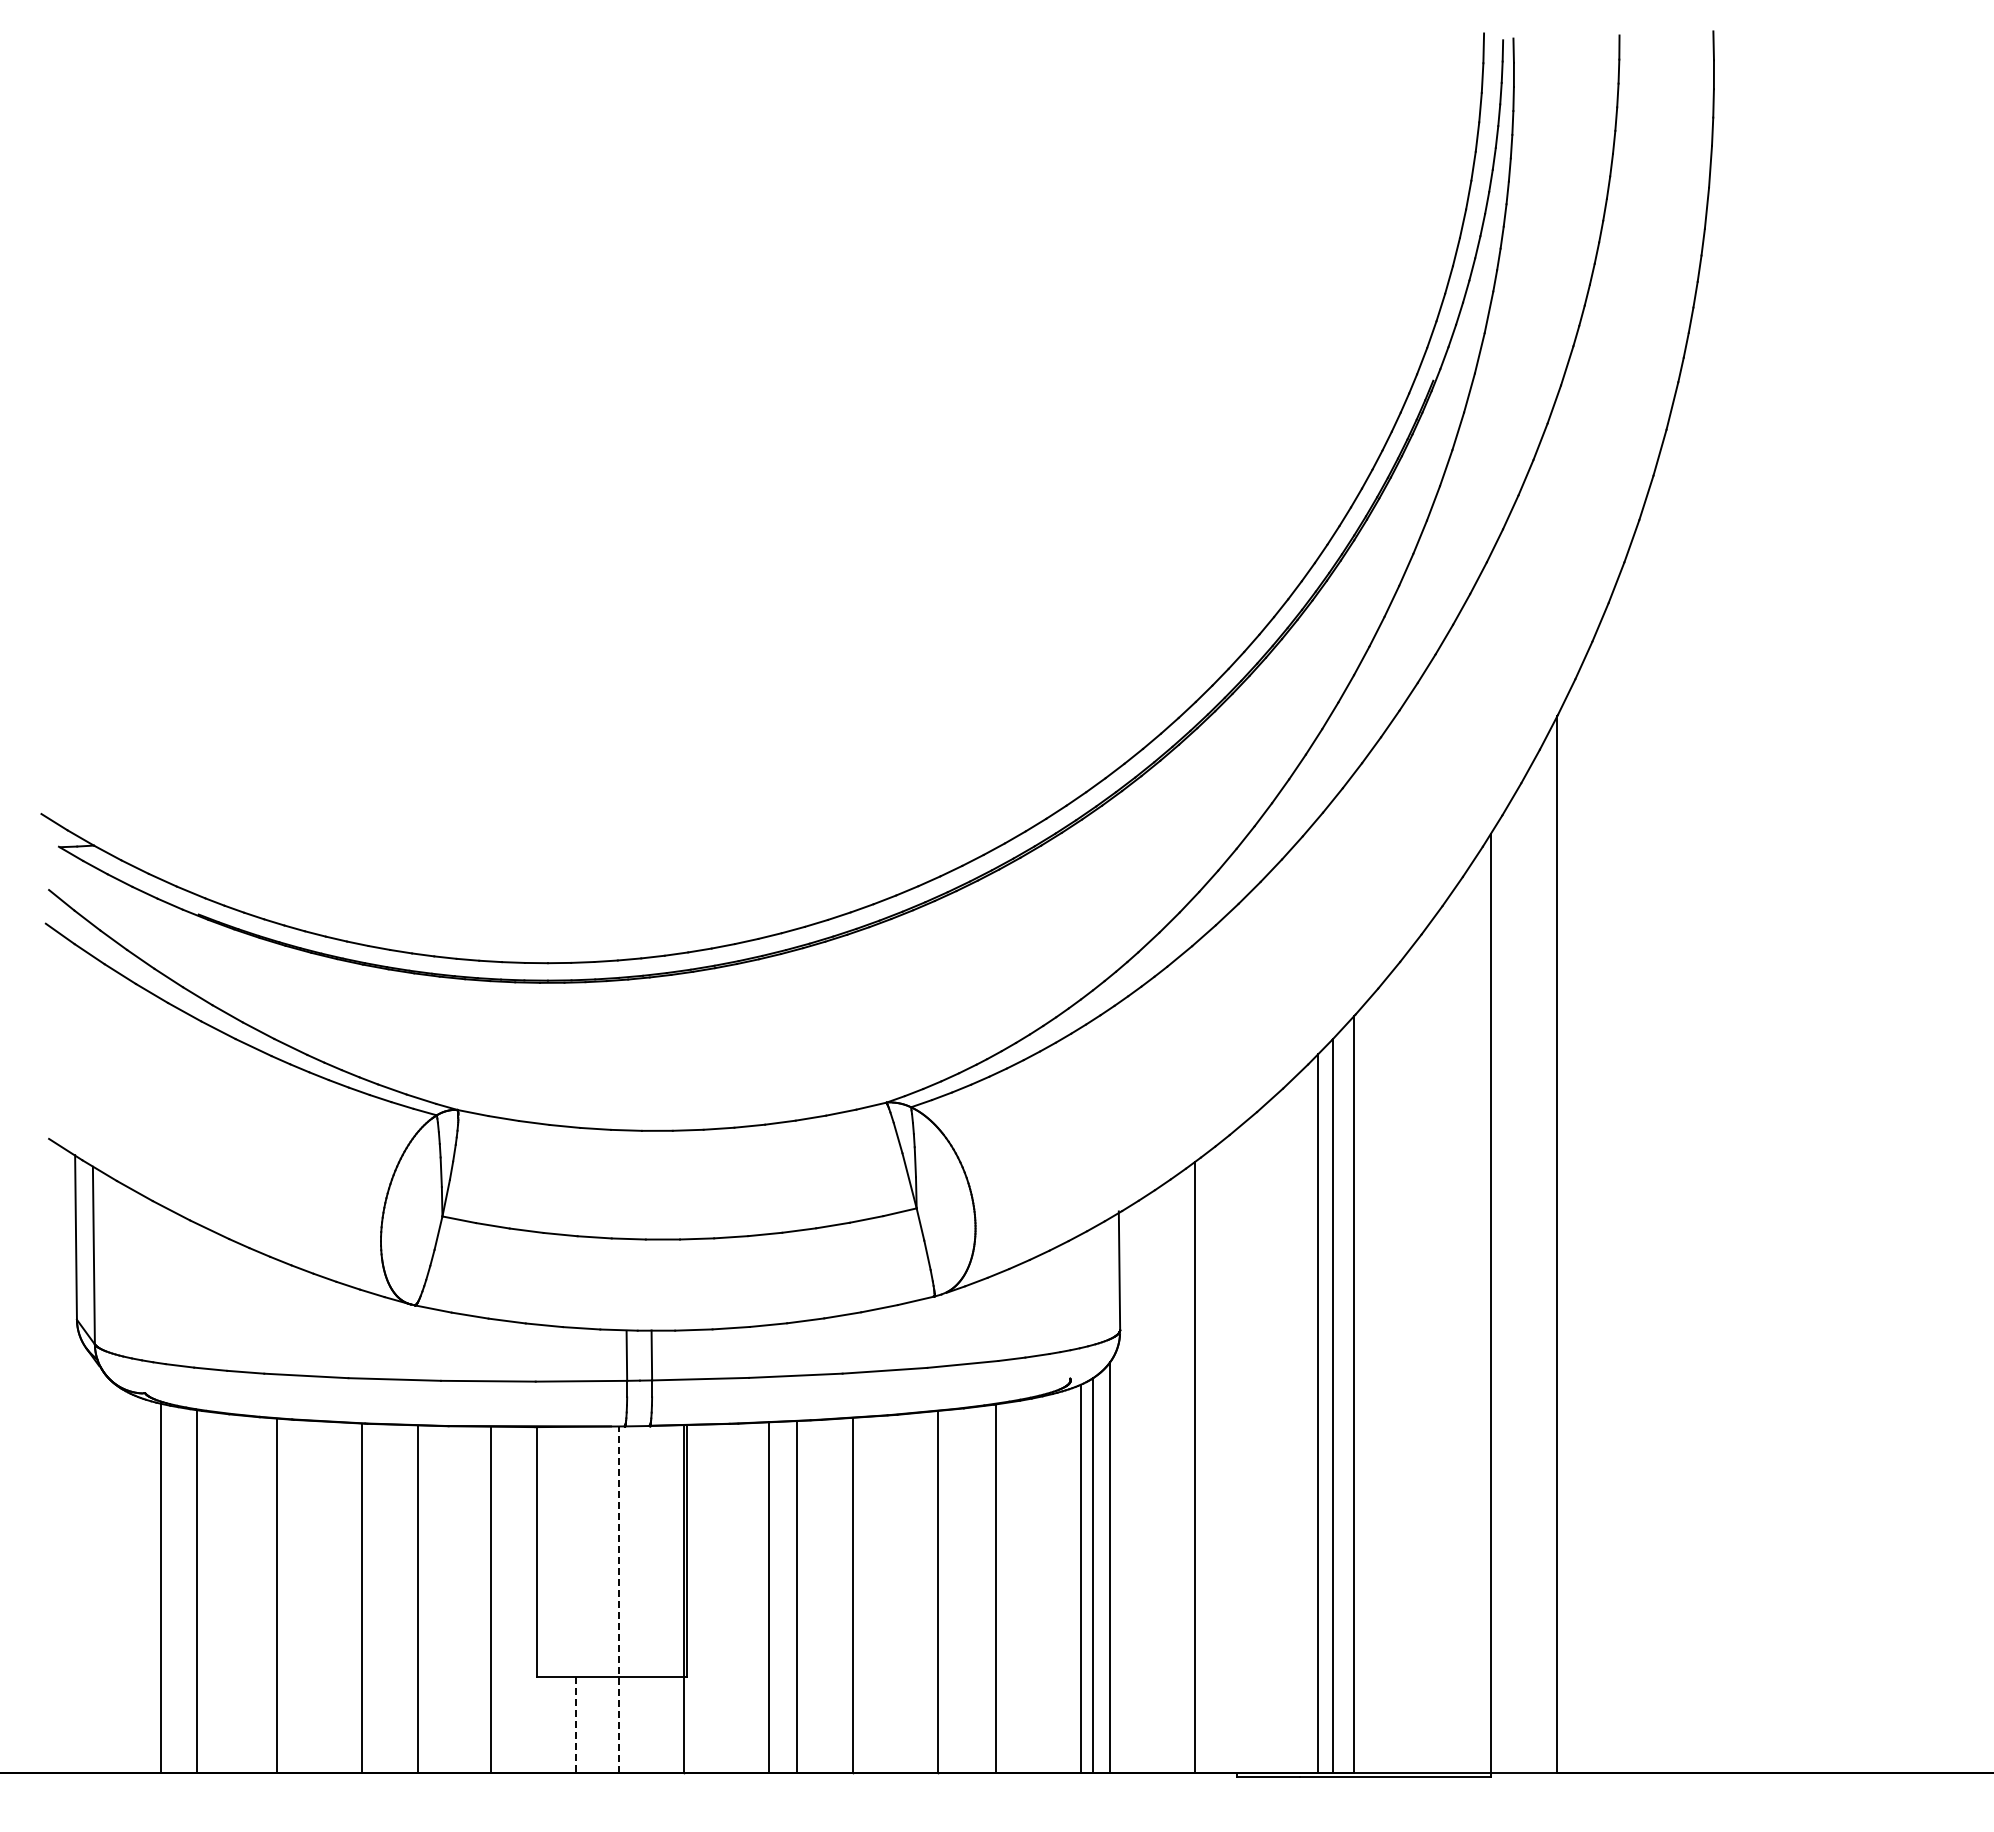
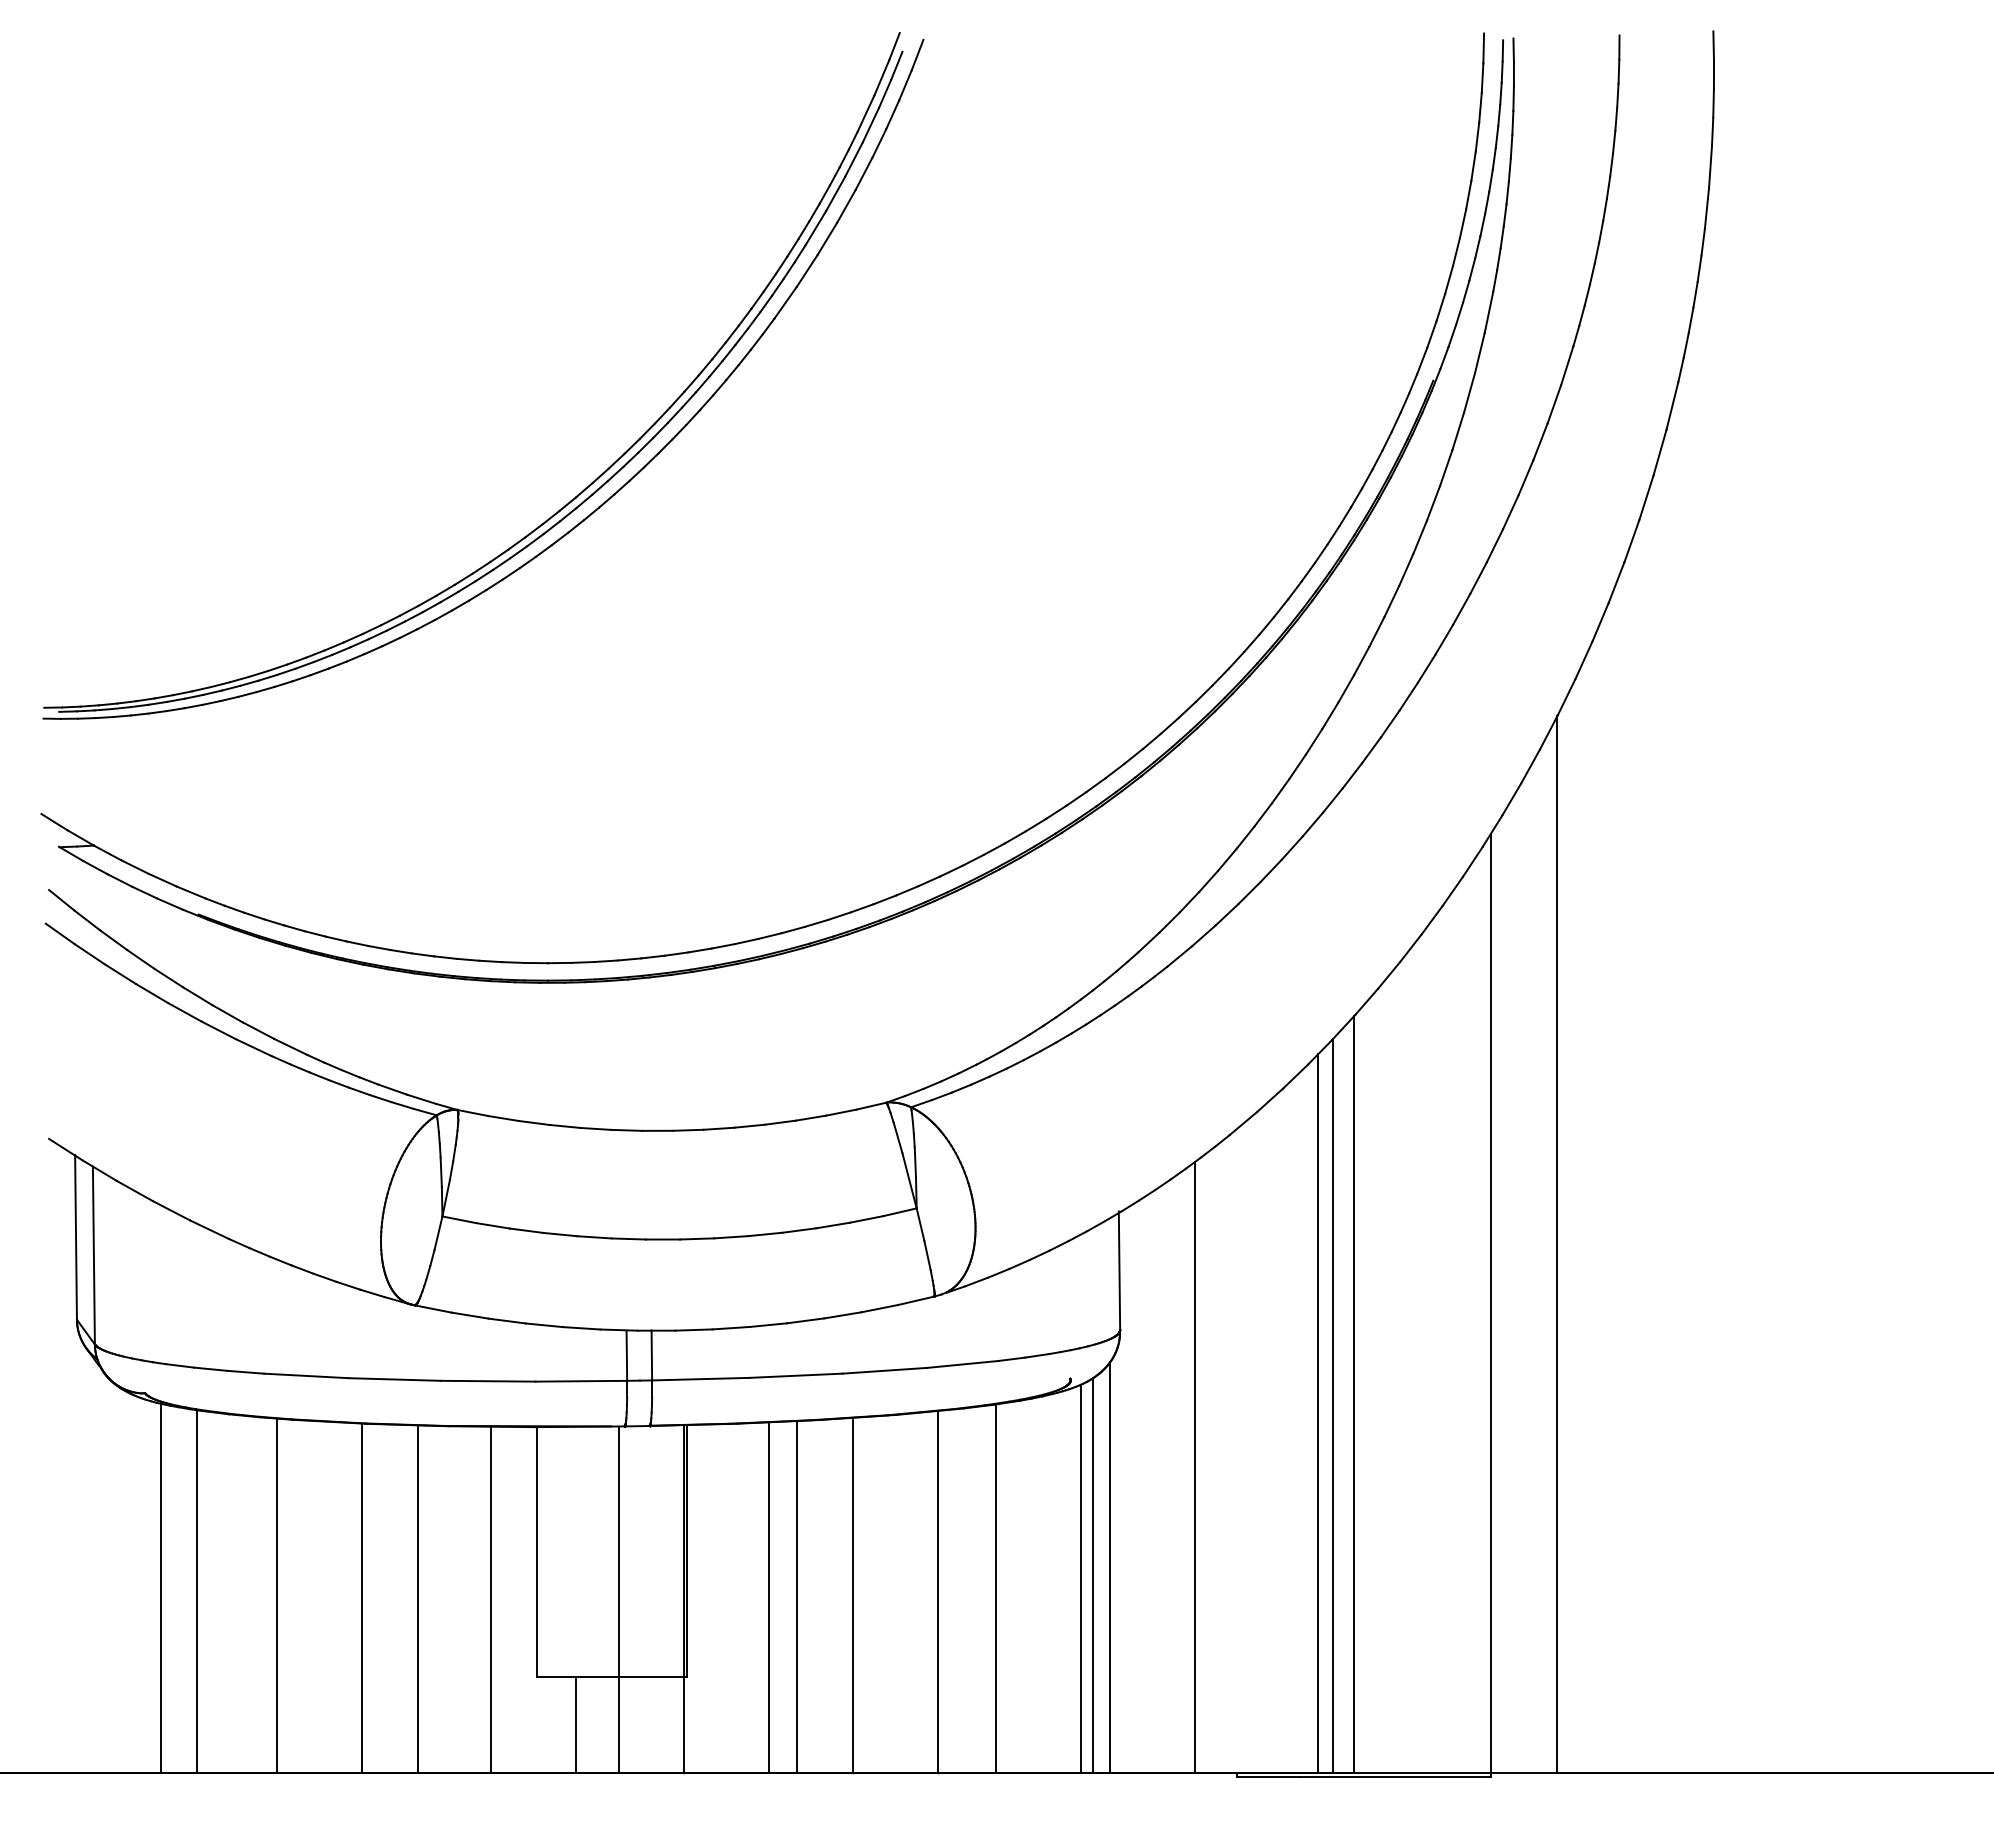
part at (585, 487): none -> present
line at (619, 1599): dashed -> solid
line at (576, 1725): dashed -> solid
